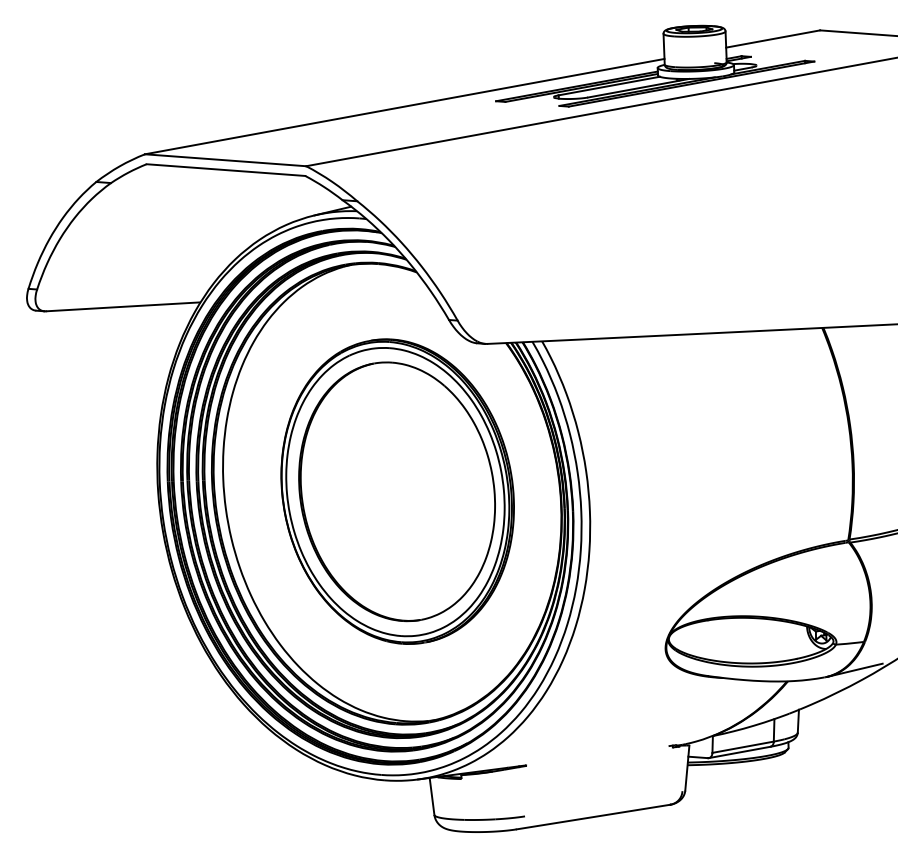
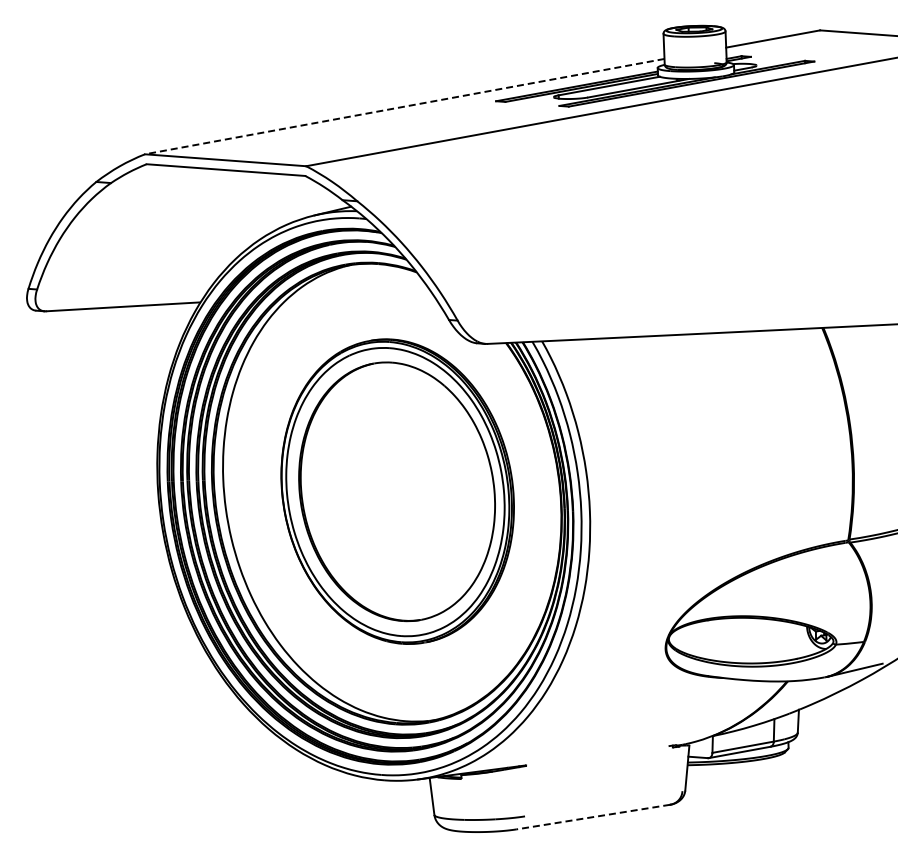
line at (404, 106): solid -> dashed
line at (593, 817): solid -> dashed
